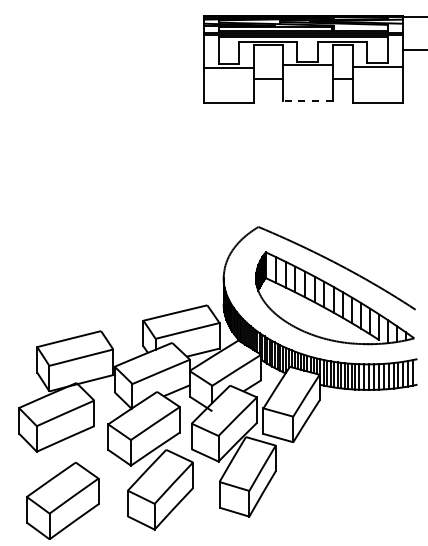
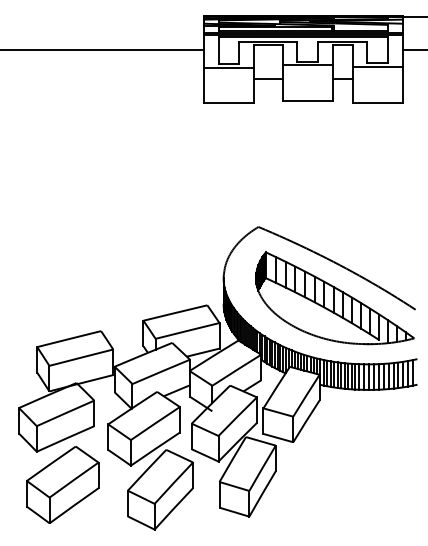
line at (102, 49): none -> present
line at (307, 100): dashed -> solid
part at (62, 500) position: (62, 500) -> (62, 484)
